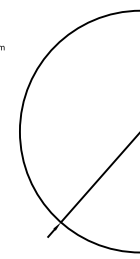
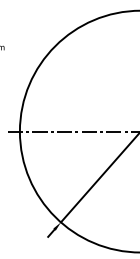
line at (71, 131): none -> present
